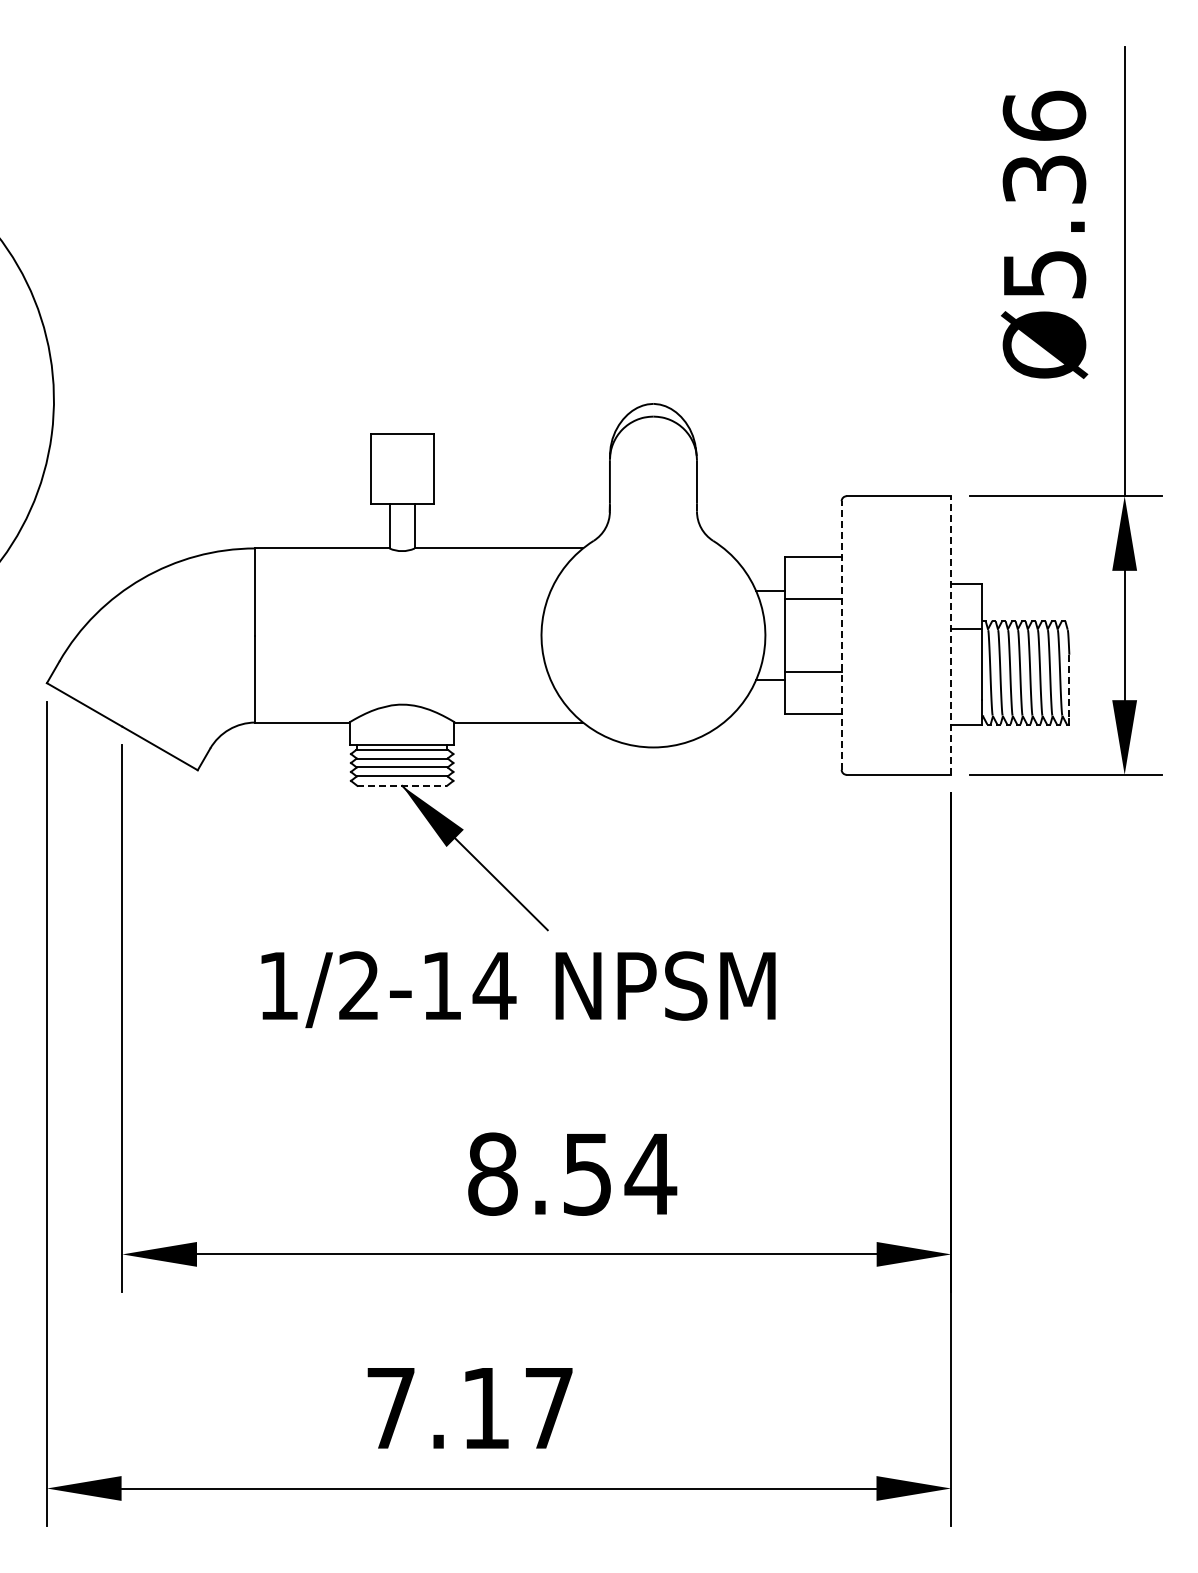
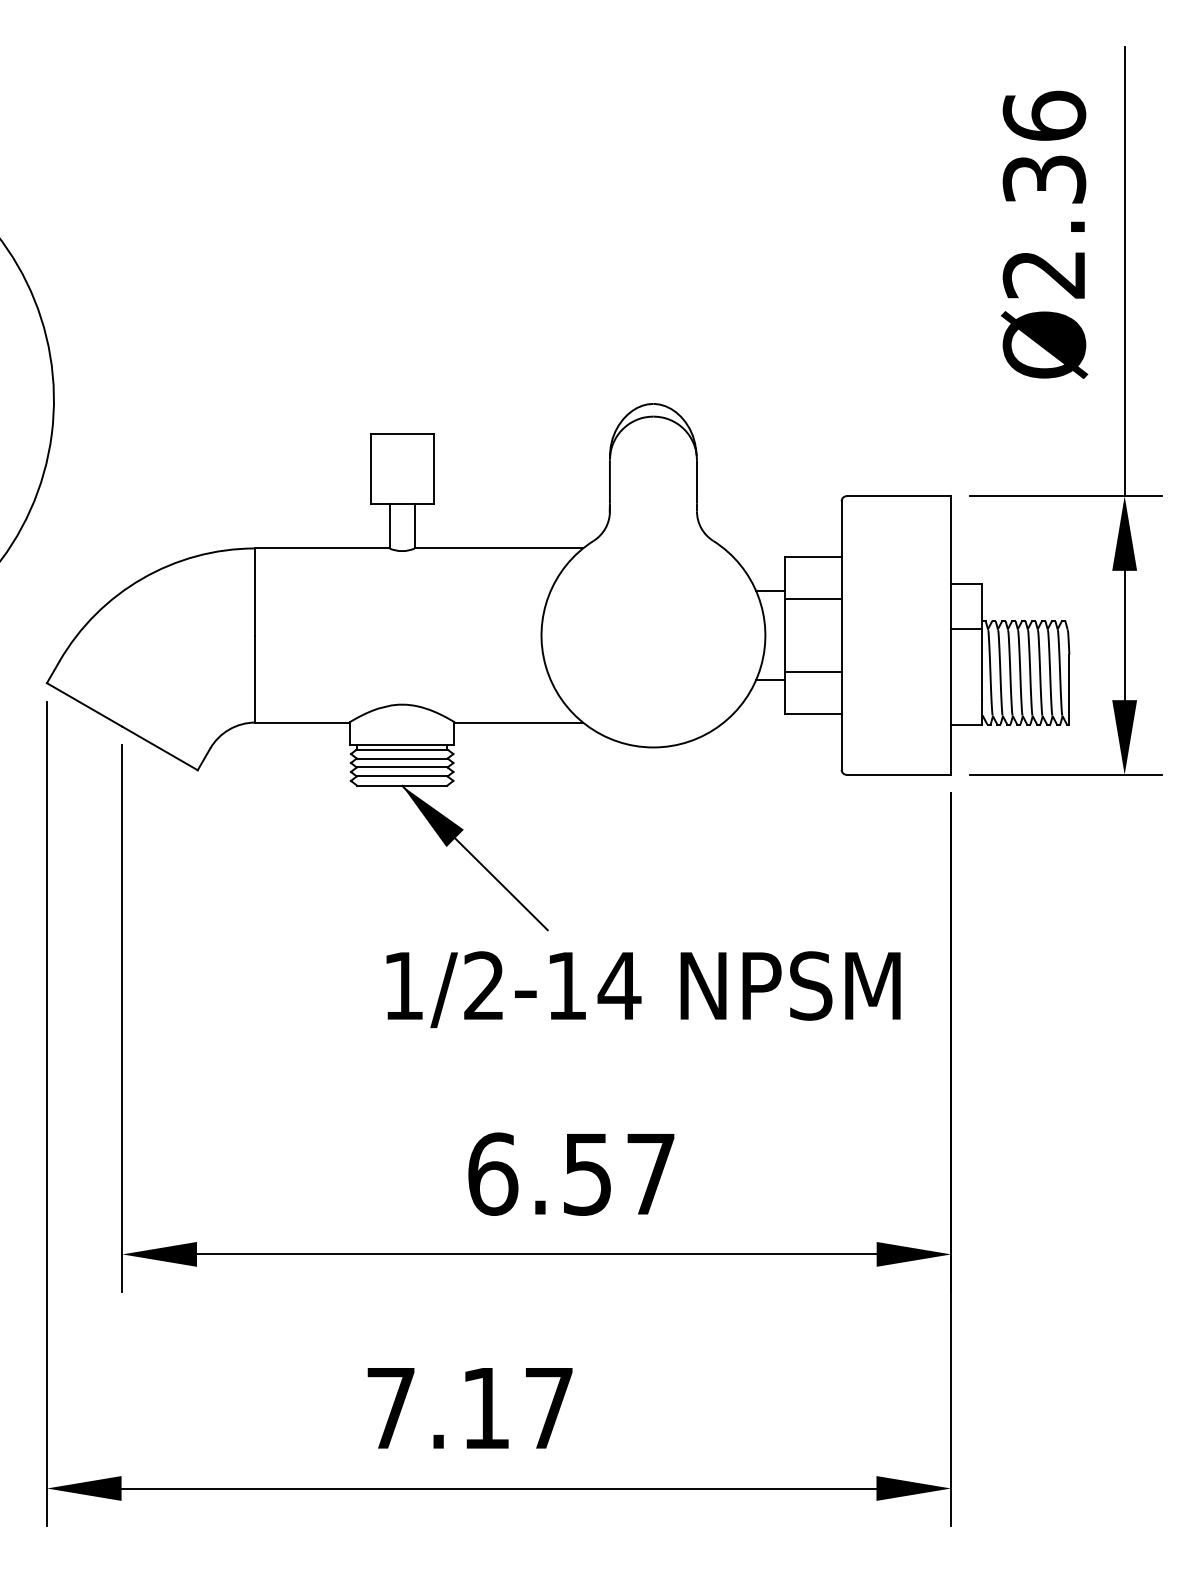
text at (1044, 274): Ø5.36 -> Ø2.36
line at (841, 635): dashed -> solid
line at (951, 635): dashed -> solid
line at (1069, 687): dashed -> solid
line at (402, 785): dashed -> solid
text at (518, 989) position: (518, 989) -> (643, 989)
text at (572, 1173): 8.54 -> 6.57
